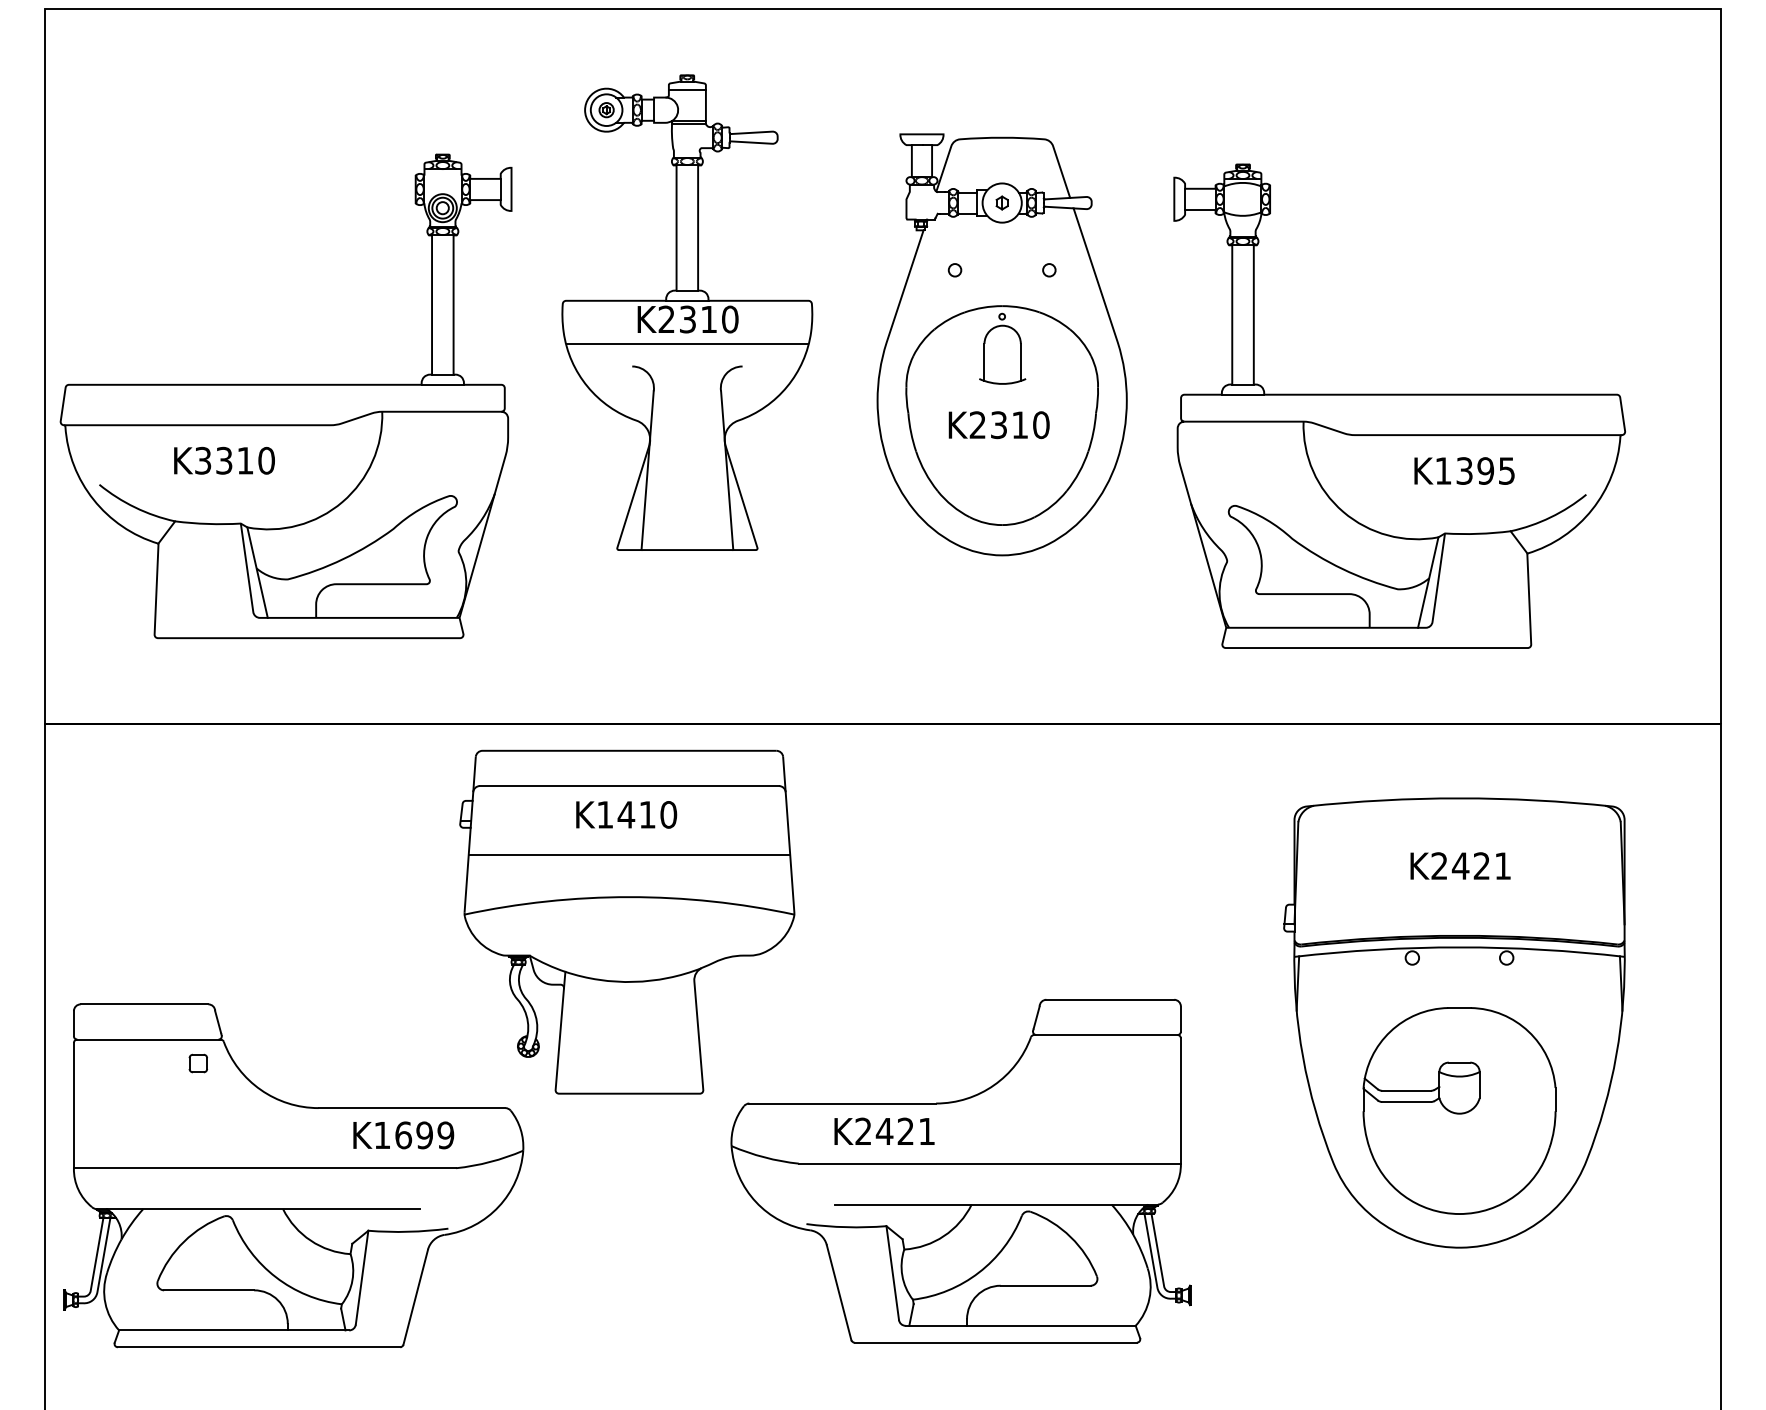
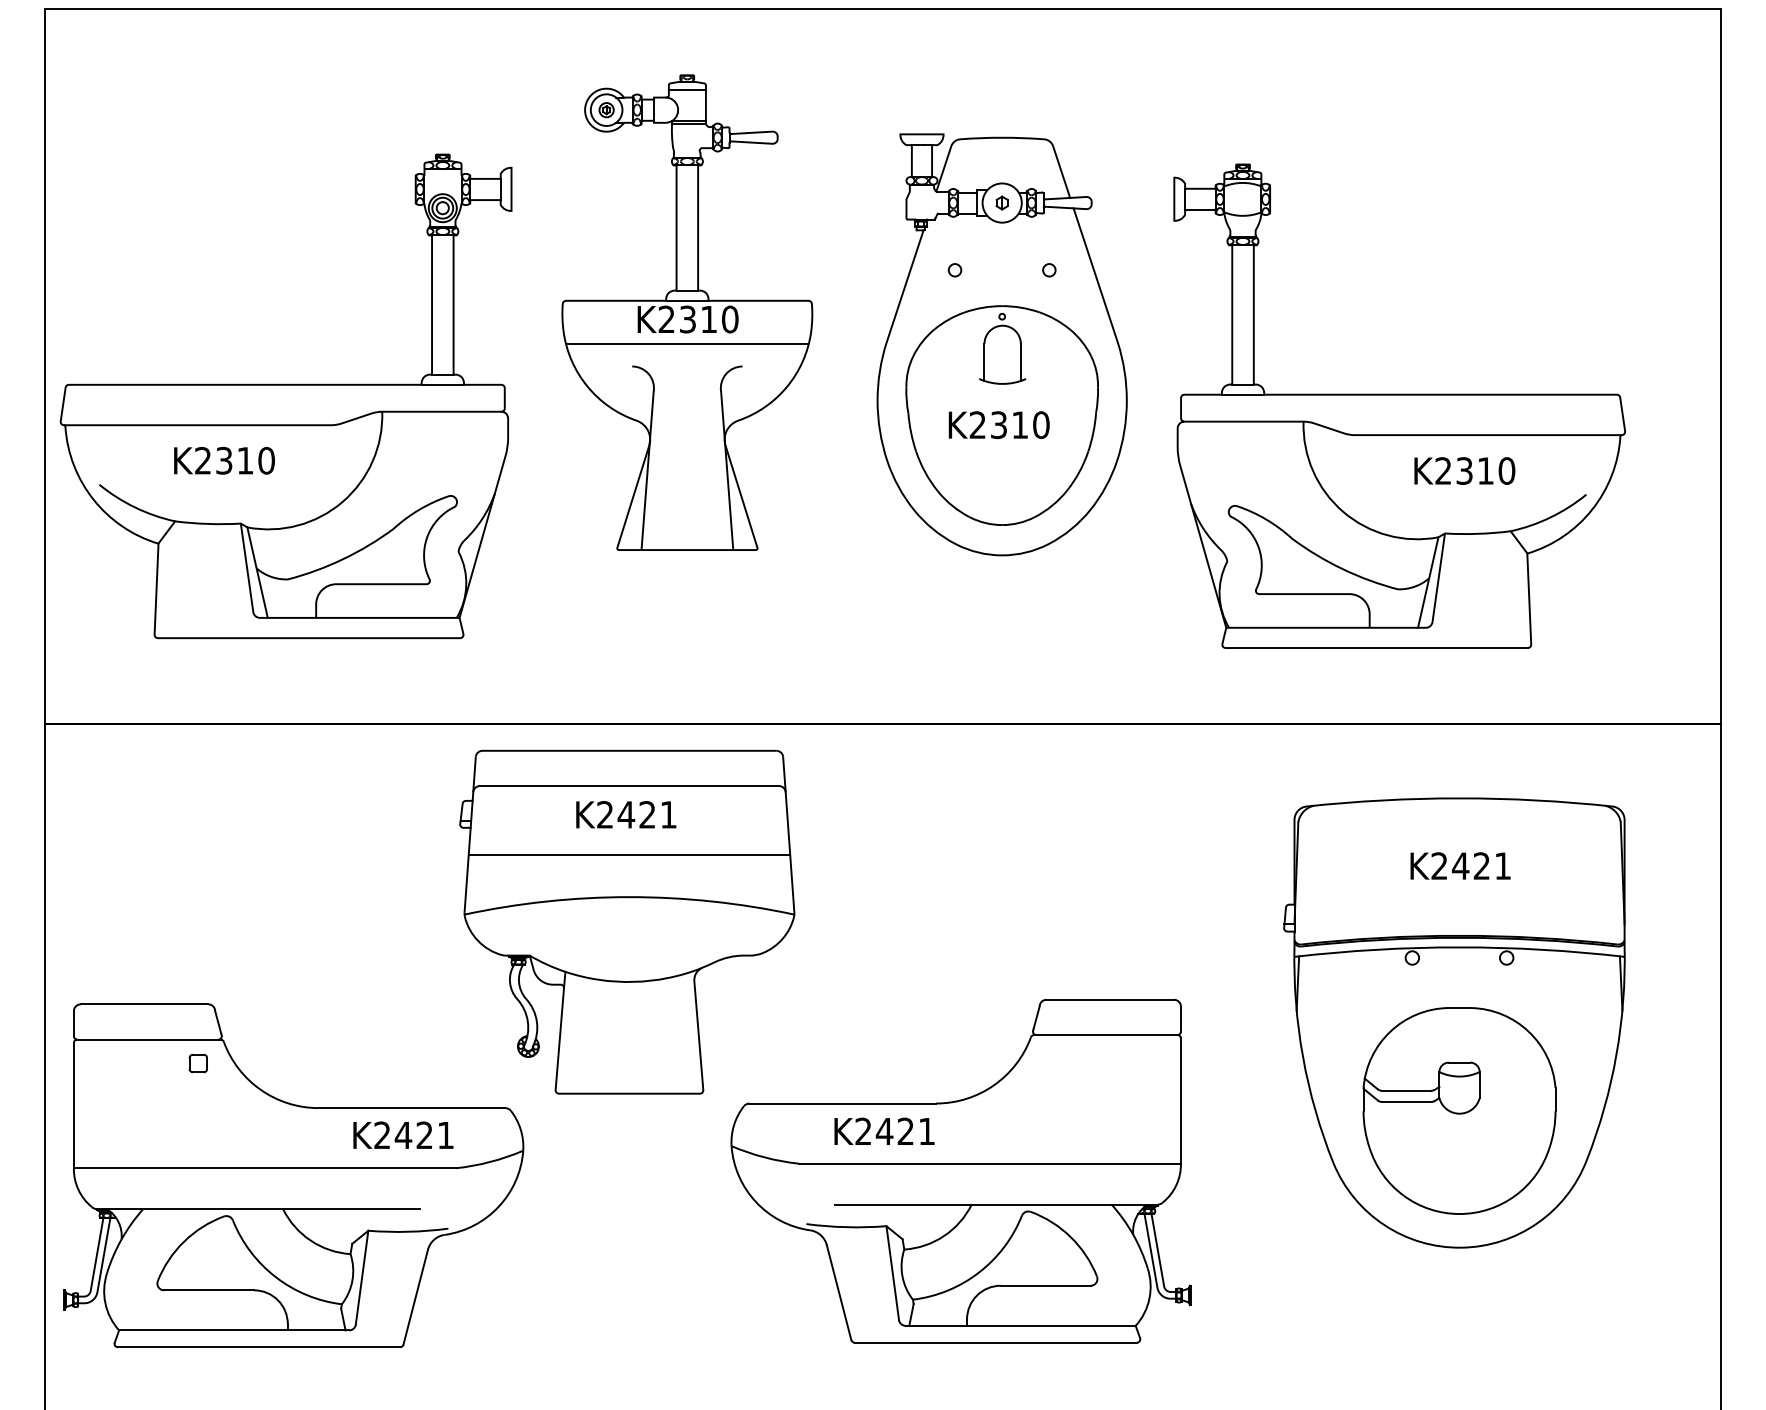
text at (203, 460): K3310 -> K2310
text at (1475, 470): K1395 -> K2310
text at (637, 814): K1410 -> K2421
text at (414, 1135): K1699 -> K2421
